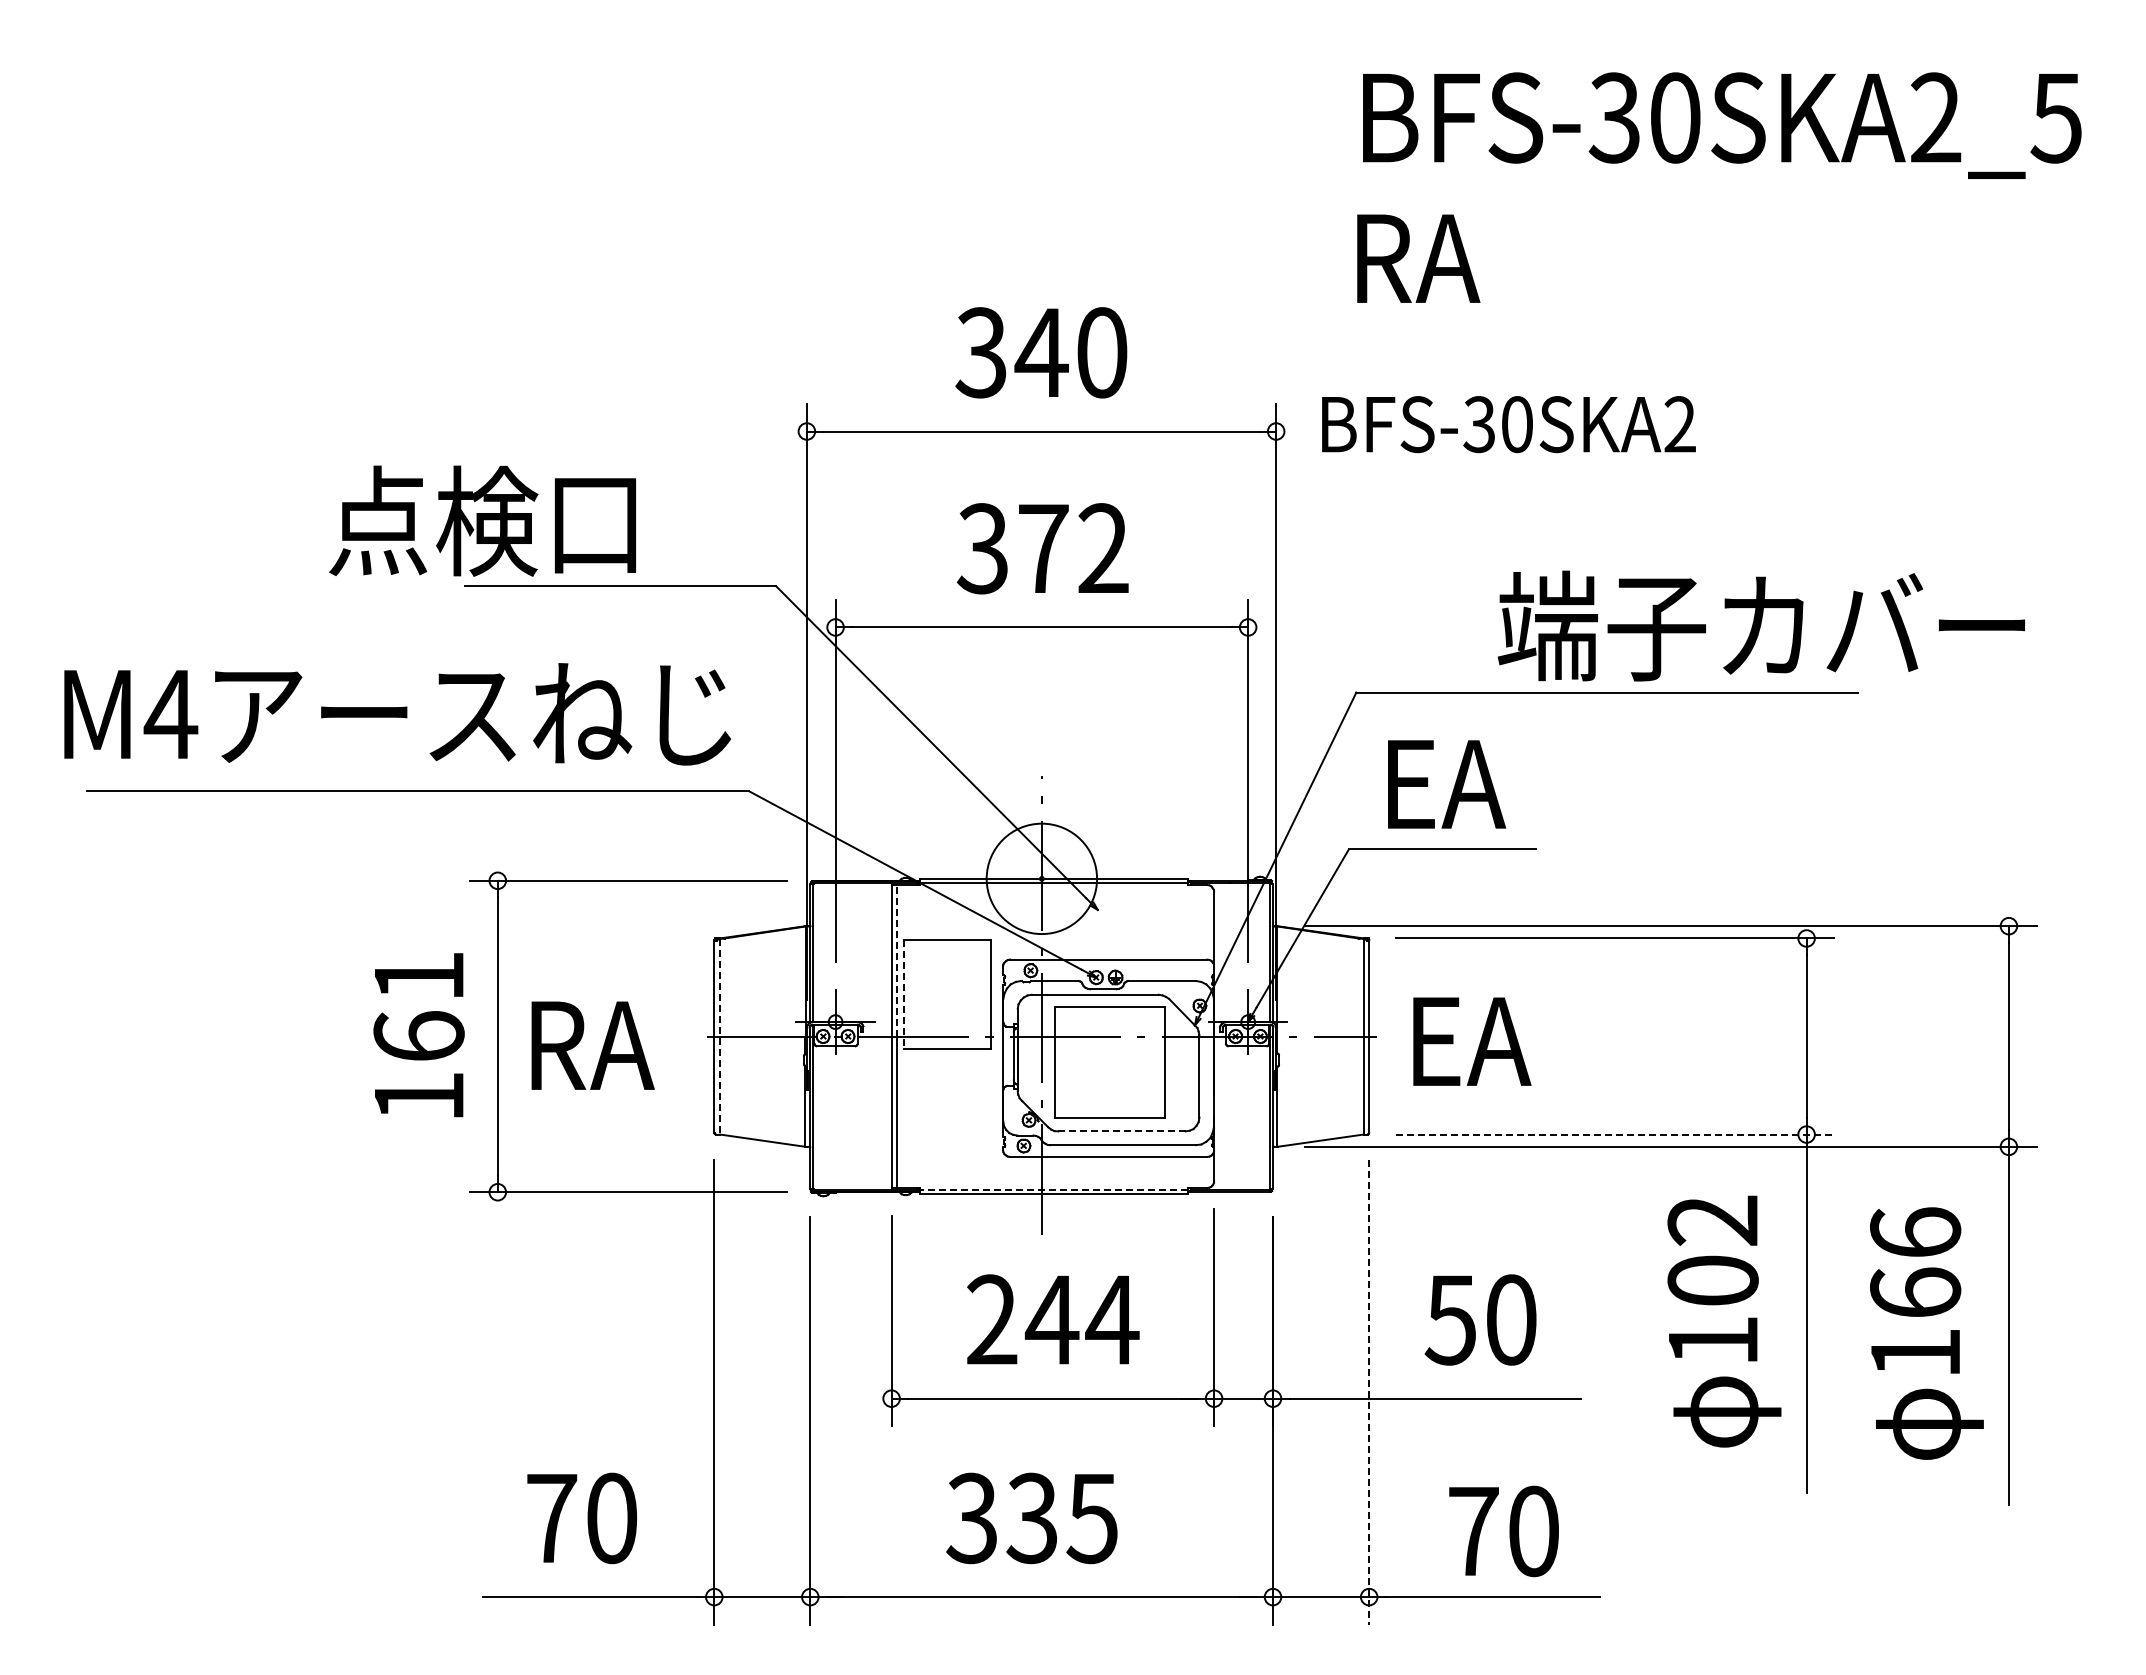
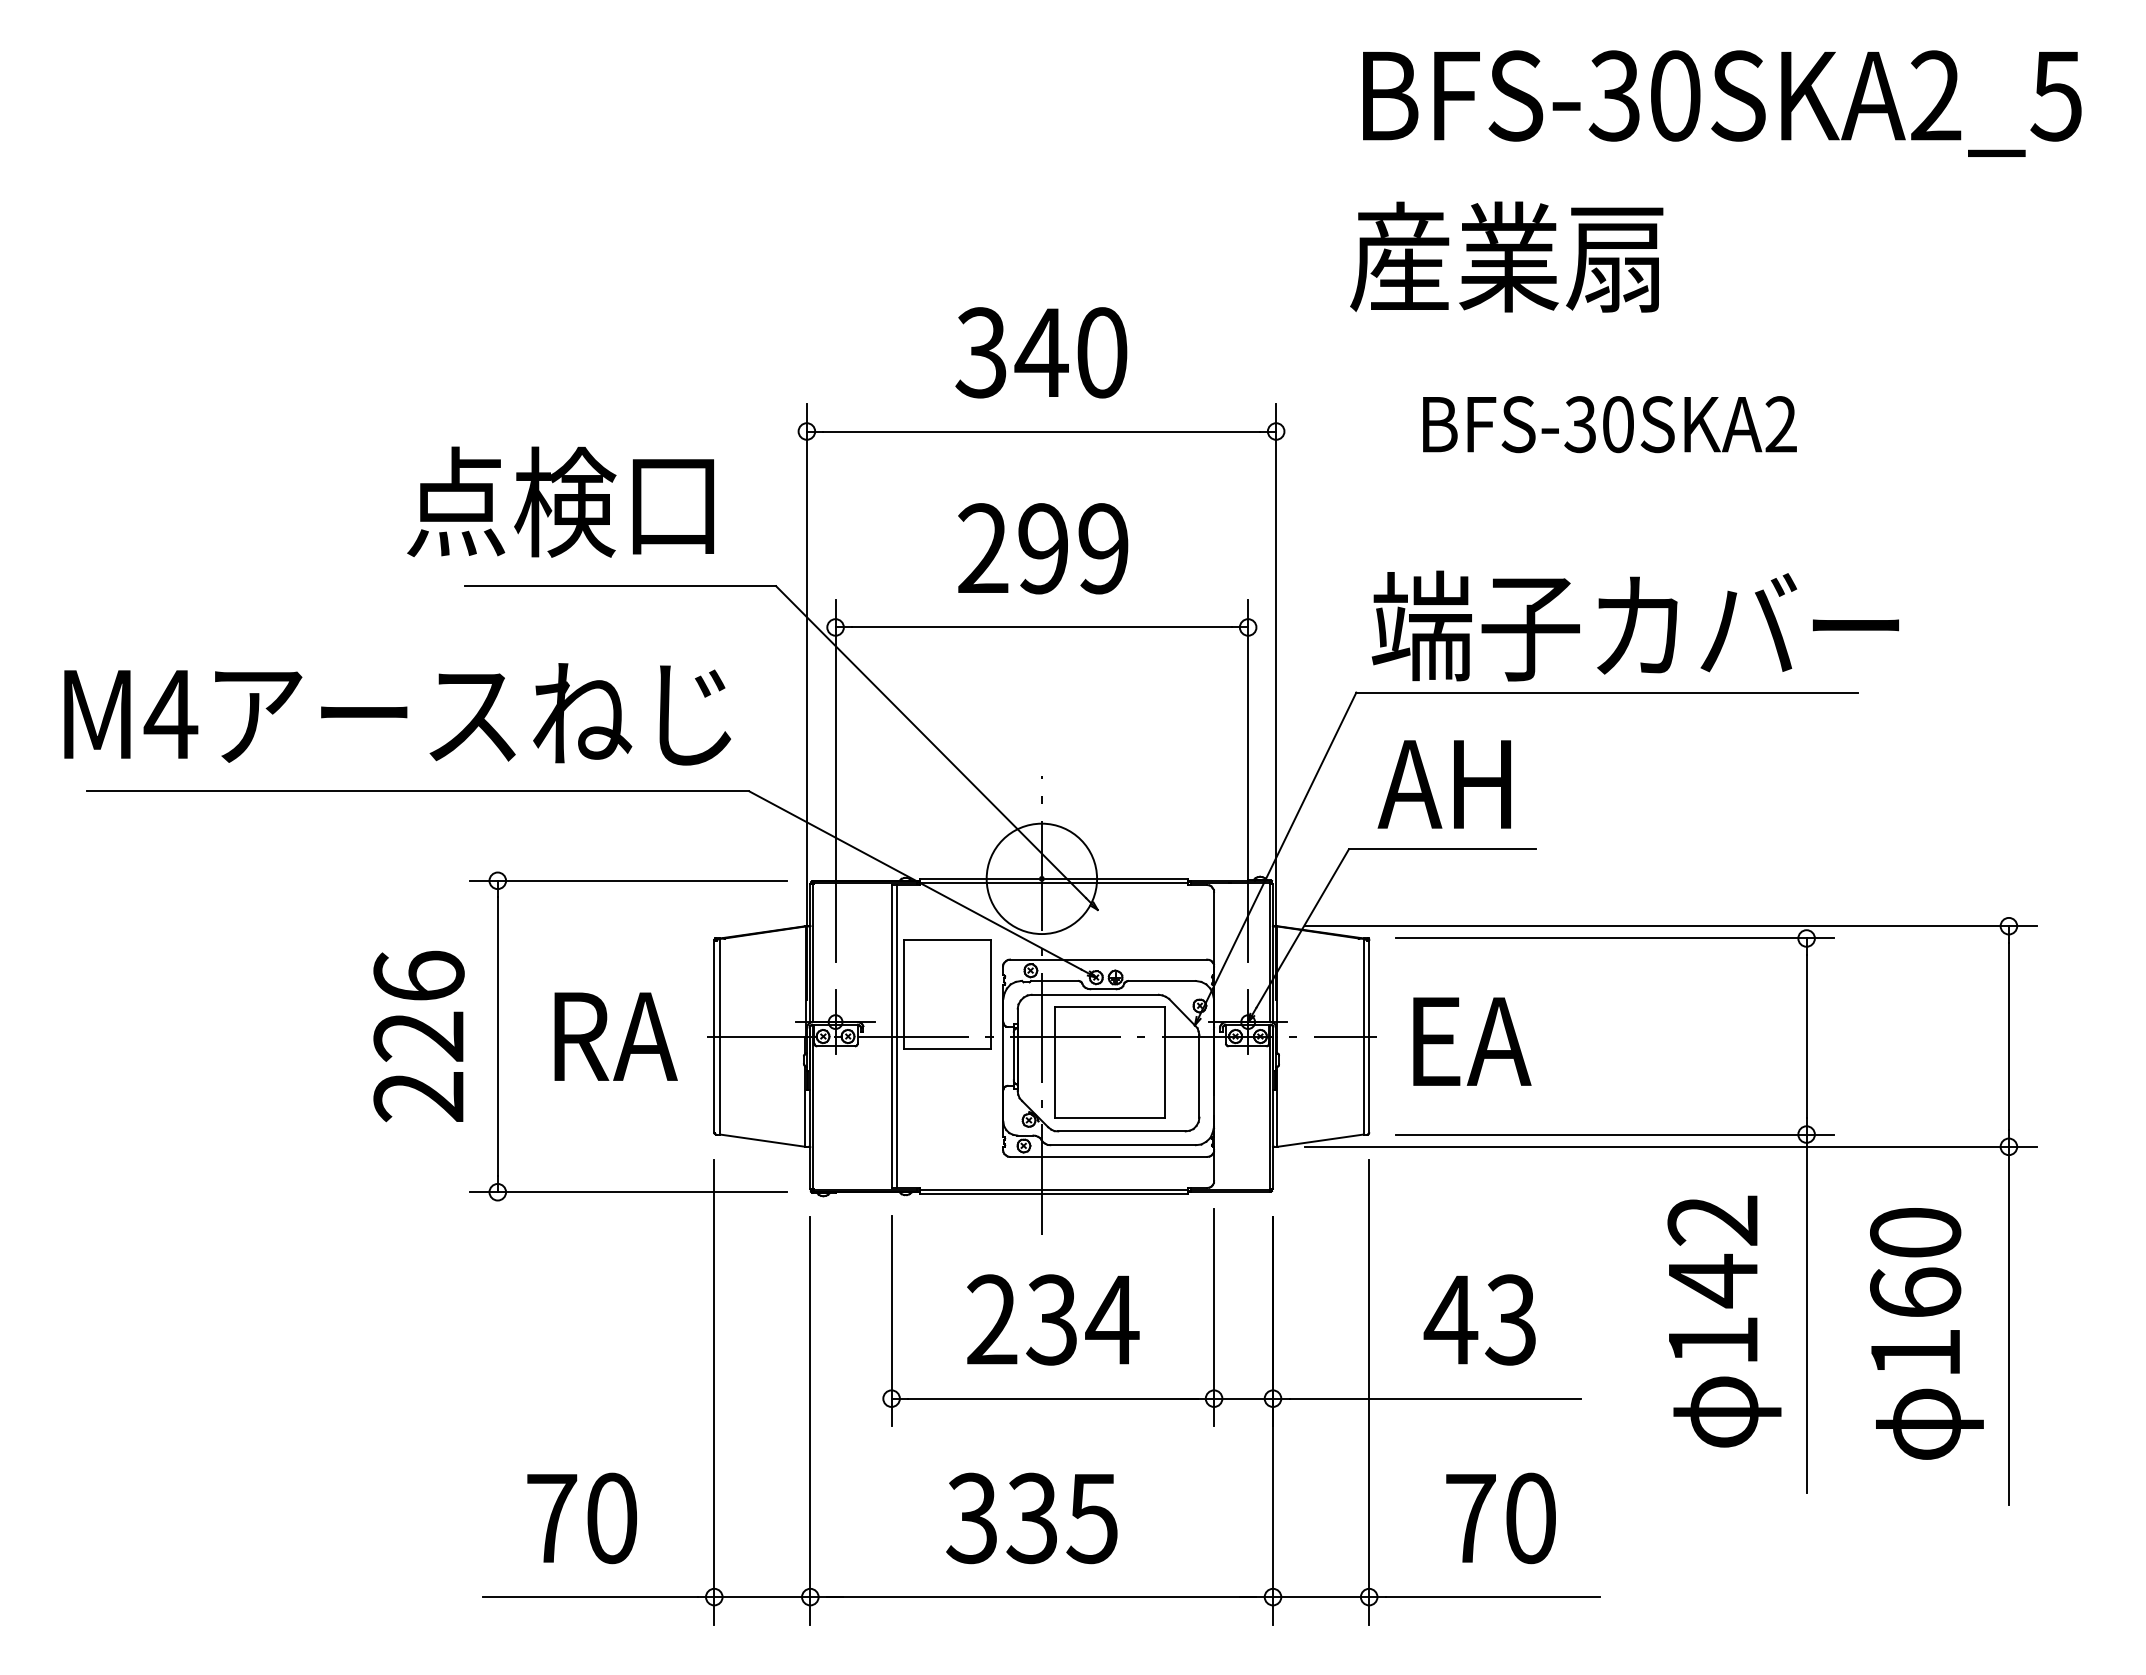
text at (1722, 125) position: (1722, 125) -> (1722, 103)
text at (1506, 256): RA -> 産業扇
text at (1508, 424) position: (1508, 424) -> (1609, 424)
text at (482, 520) position: (482, 520) -> (560, 501)
text at (1042, 548): 372 -> 299
text at (1760, 625) position: (1760, 625) -> (1634, 625)
text at (1443, 784): EA -> AH
line at (896, 960): dashed -> solid
line at (903, 994): dashed -> solid
text at (418, 1036): 161 -> 226
line at (719, 1036): dashed -> solid
text at (592, 1045) position: (592, 1045) -> (615, 1036)
line at (1121, 1131): dashed -> solid
line at (1615, 1134): dashed -> solid
line at (1053, 1189): dashed -> solid
text at (1915, 1232): 166 -> 160
text at (1712, 1280): 102 -> 142
text at (1051, 1319): 244 -> 234
text at (1479, 1319): 50 -> 43
line at (1369, 1393): dashed -> solid
text at (1503, 1531) position: (1503, 1531) -> (1500, 1518)
